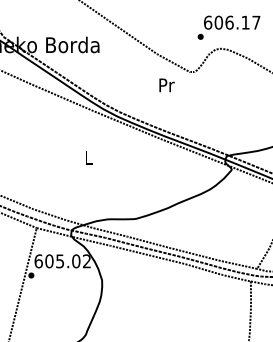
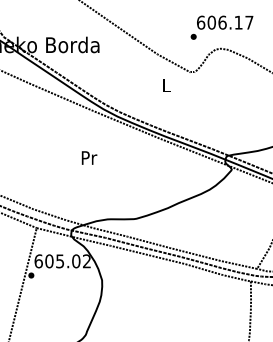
text at (228, 27) position: (228, 27) -> (221, 27)
text at (166, 85): Pr -> L
text at (89, 157): L -> Pr
